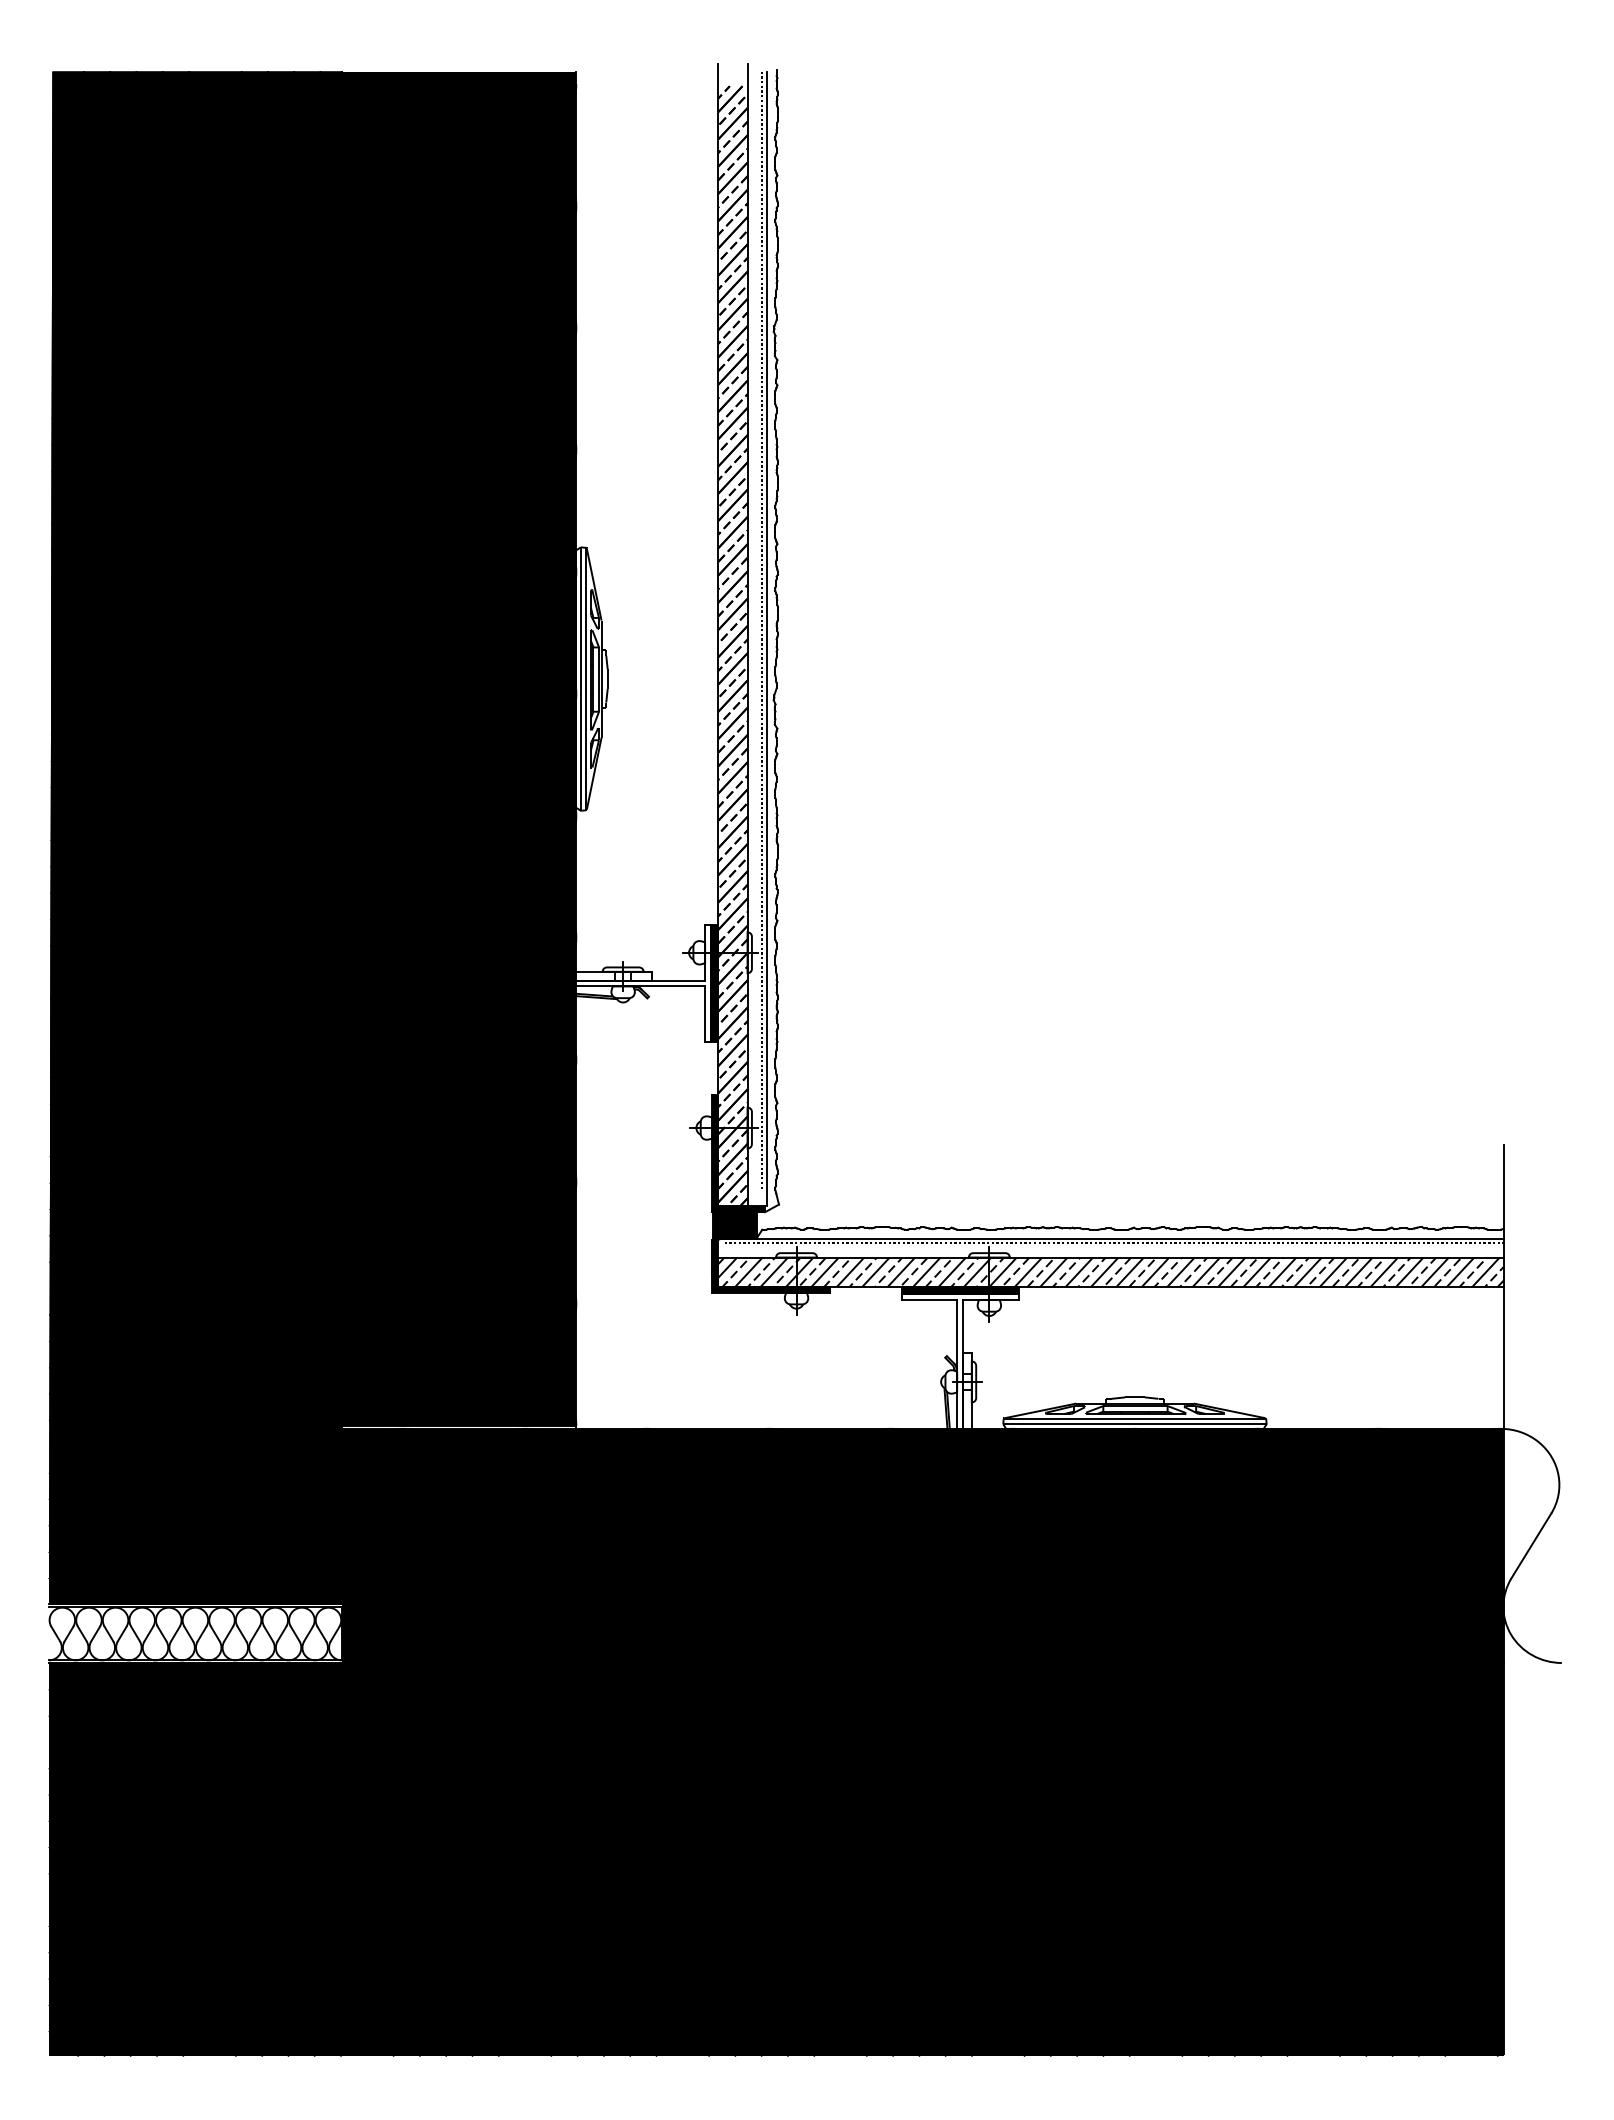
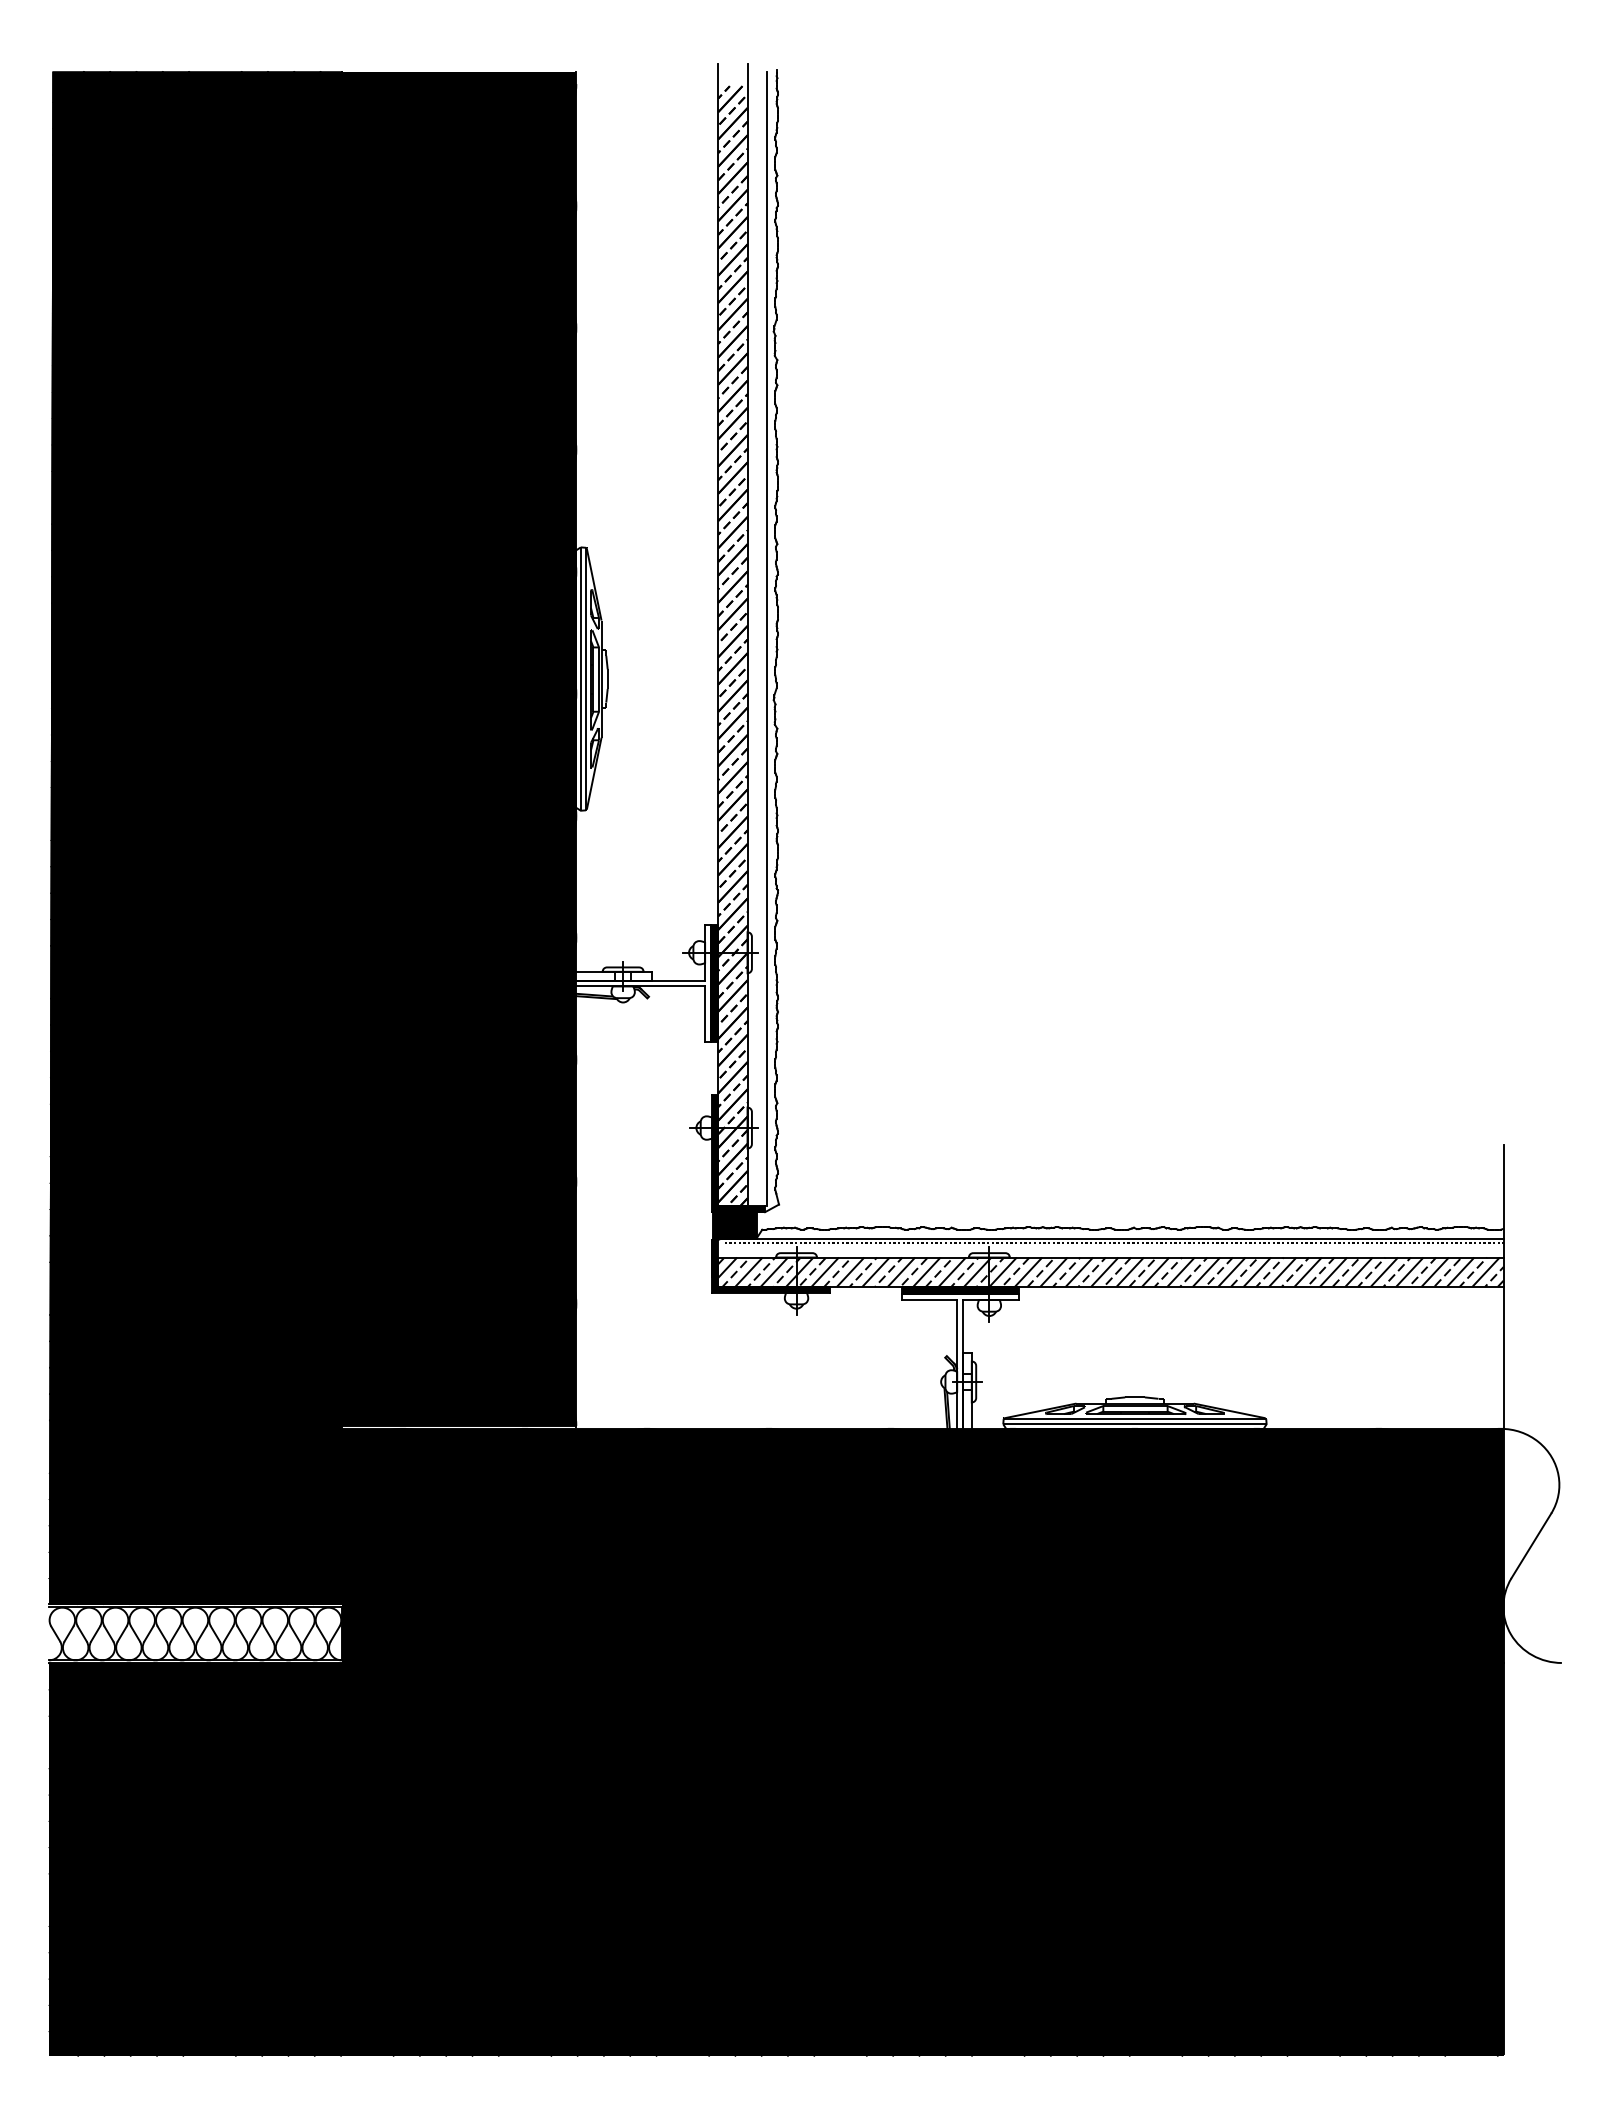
line at (762, 629): present -> none
